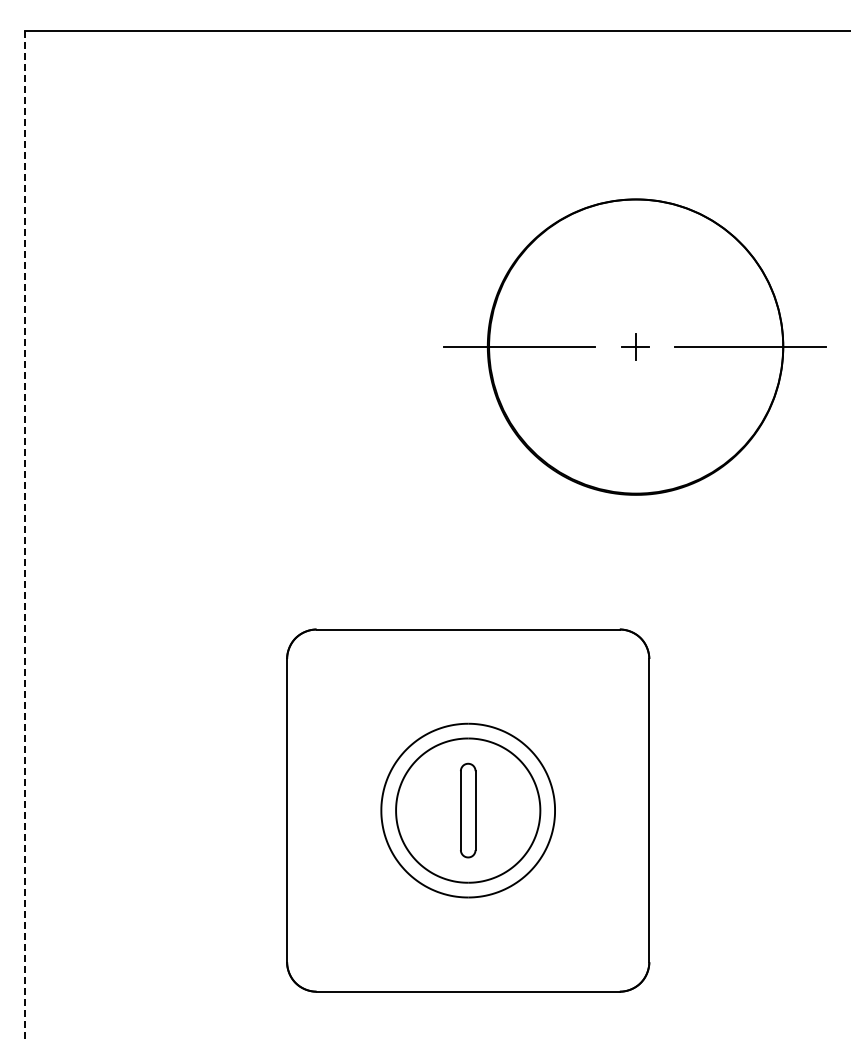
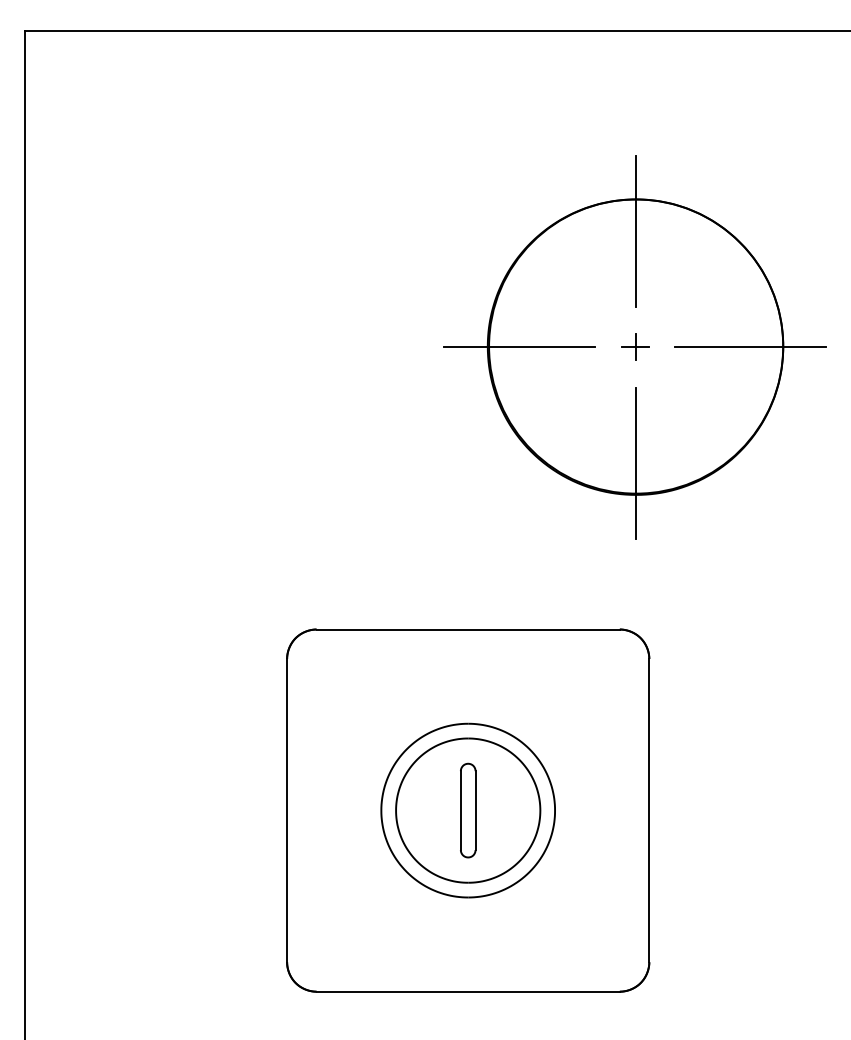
line at (636, 230): none -> present
line at (636, 462): none -> present
line at (25, 535): dashed -> solid
